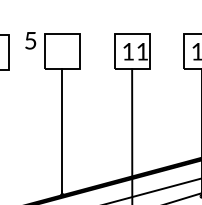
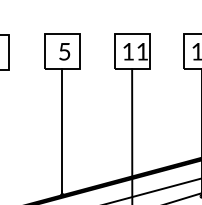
text at (30, 40) position: (30, 40) -> (64, 51)
